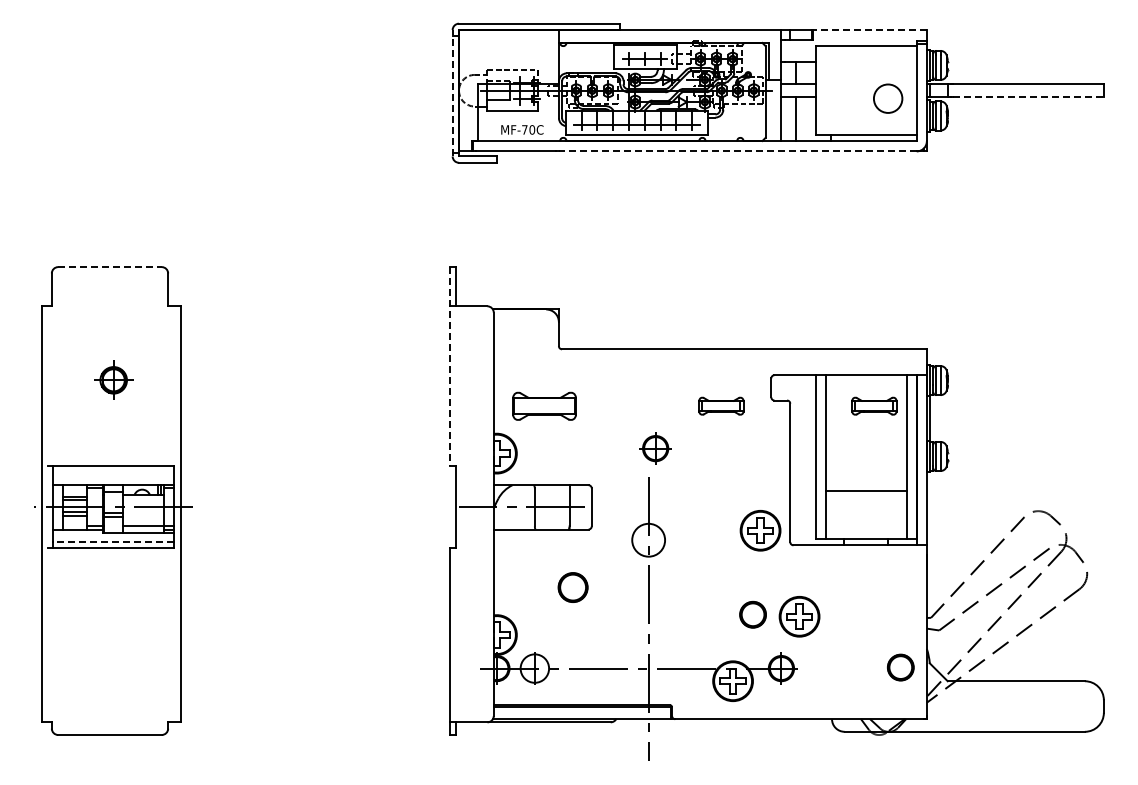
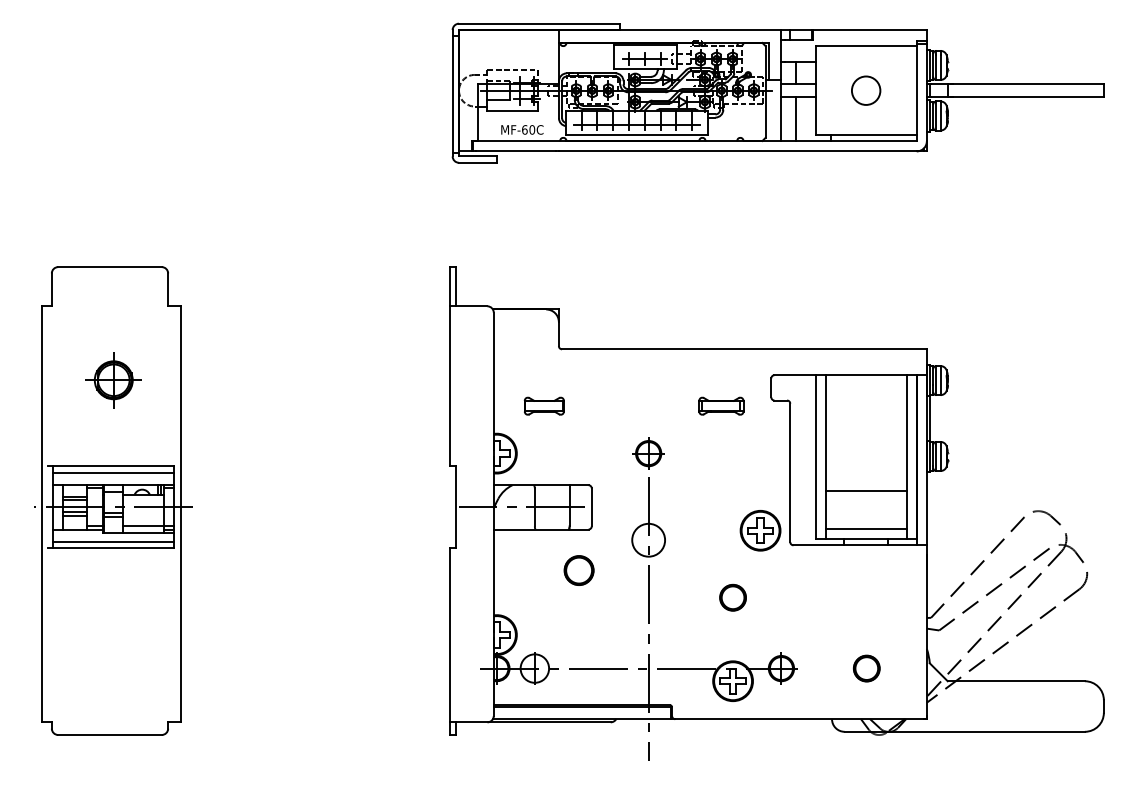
line at (869, 30): dashed -> solid
line at (452, 92): dashed -> solid
line at (1029, 97): dashed -> solid
circle at (888, 98) position: (888, 98) -> (866, 90)
text at (524, 129): MF-70C -> MF-60C
line at (737, 151): dashed -> solid
line at (110, 267): dashed -> solid
line at (449, 366): dashed -> solid
part at (113, 379) size: 40x40 px -> 57x57 px
part at (544, 405) size: 65x30 px -> 42x20 px
part at (874, 405): present -> none
part at (655, 448) position: (655, 448) -> (648, 453)
line at (113, 472): none -> present
line at (865, 528): none -> present
line at (113, 542): dashed -> solid
part at (572, 587) position: (572, 587) -> (578, 570)
part at (752, 614) position: (752, 614) -> (732, 597)
part at (799, 616): present -> none
part at (900, 667) position: (900, 667) -> (866, 668)
